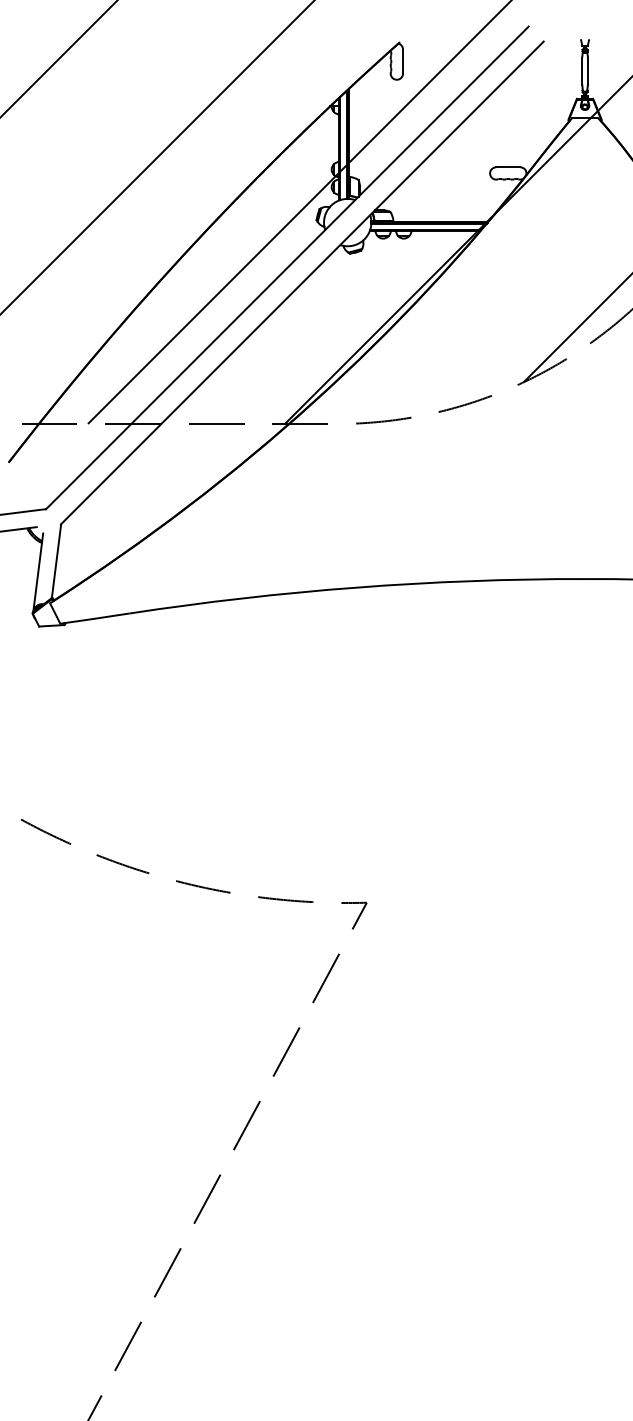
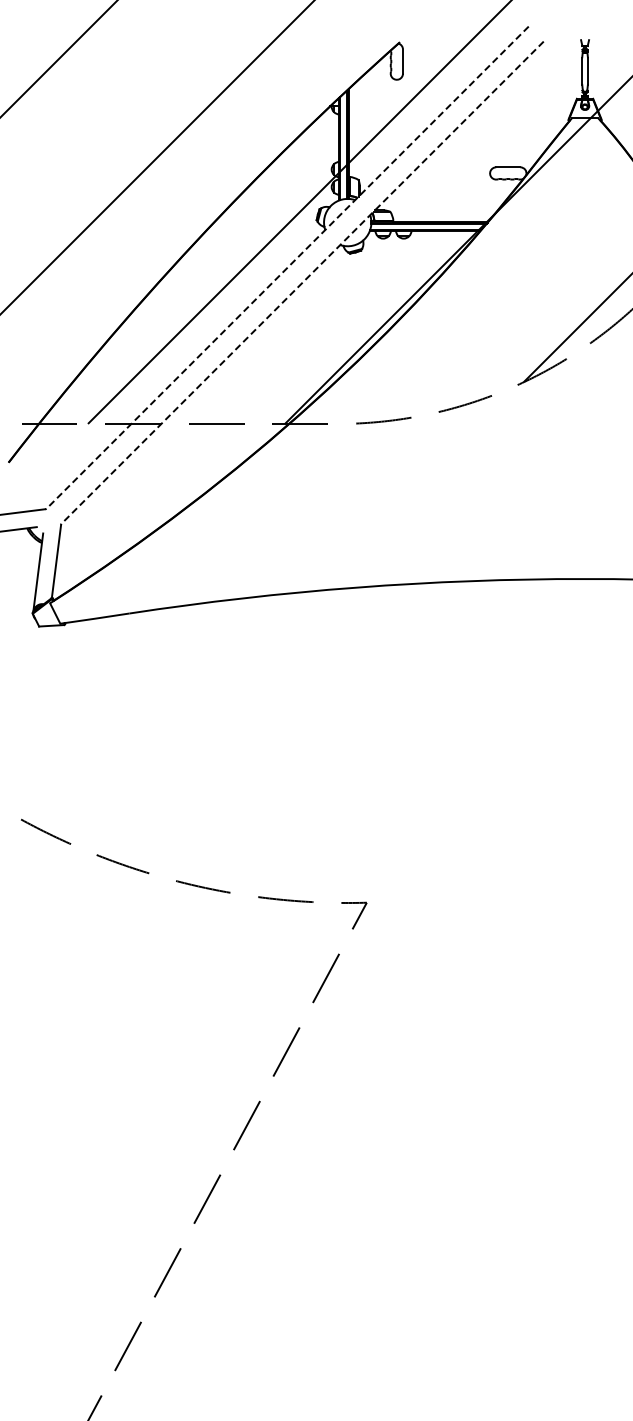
line at (286, 268): solid -> dashed
line at (301, 283): solid -> dashed
